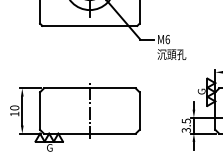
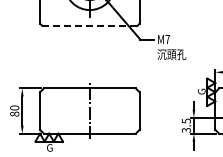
line at (89, 25): solid -> dashed
text at (167, 39): M6 -> M7
text at (14, 113): 10 -> 80
